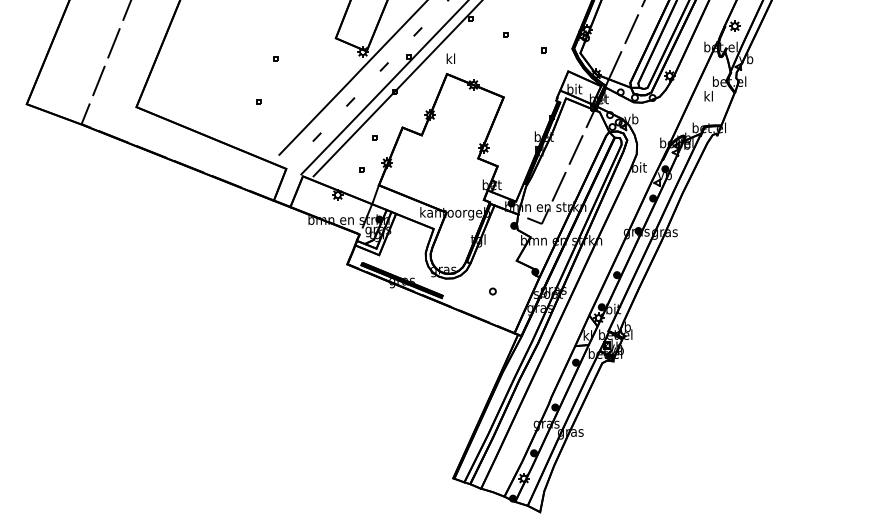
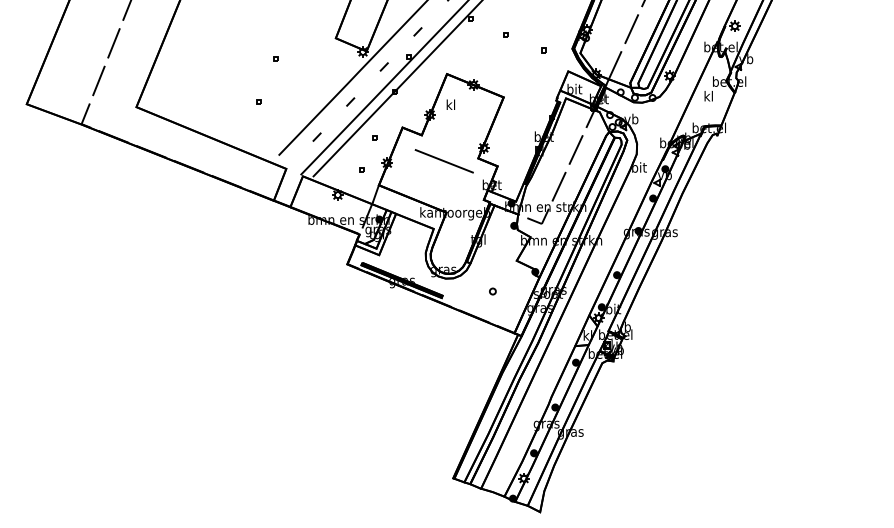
text at (450, 58) position: (450, 58) -> (450, 104)
line at (443, 161): none -> present
